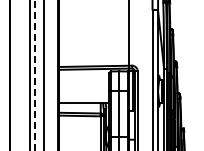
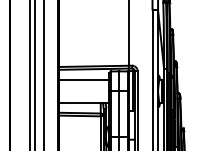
line at (35, 75): dashed -> solid
line at (84, 79): none -> present
